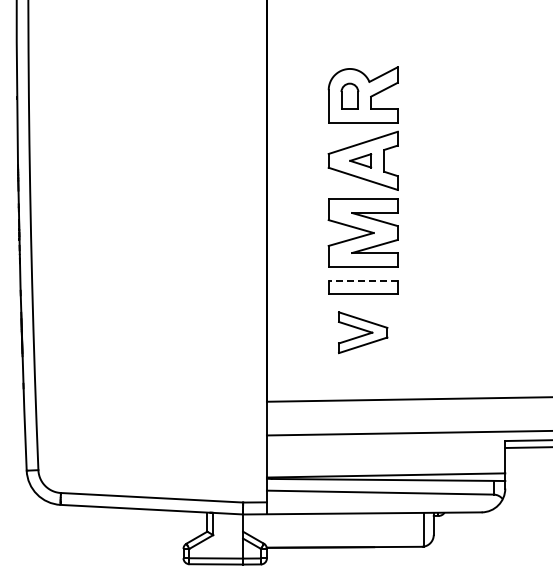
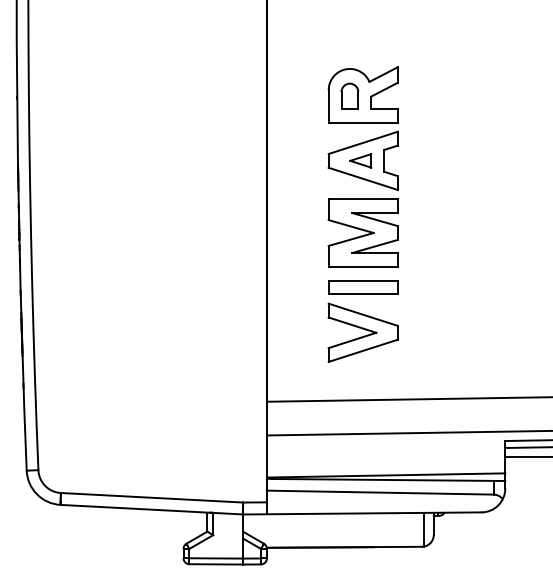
line at (363, 280): dashed -> solid
part at (363, 332) size: 51x44 px -> 72x61 px
line at (527, 457): none -> present
